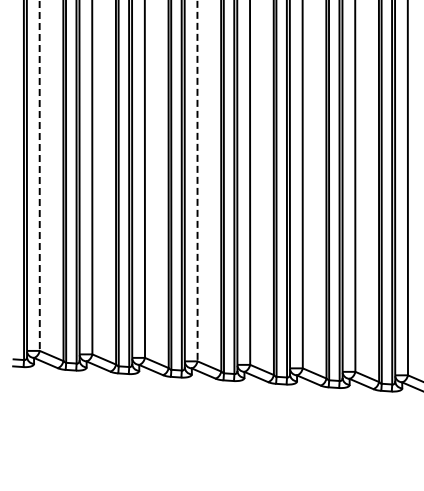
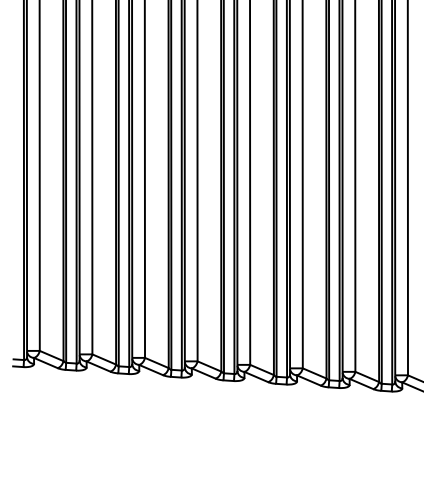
line at (39, 175): dashed -> solid
line at (197, 181): dashed -> solid
